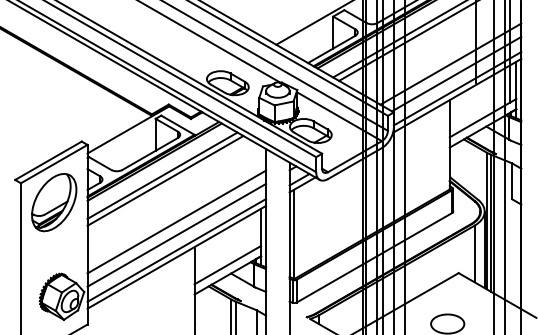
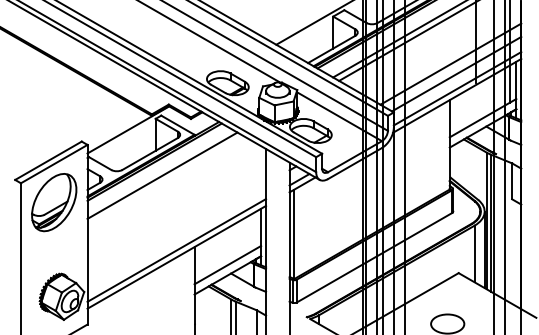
line at (165, 180): present -> none
line at (176, 221): present -> none
line at (176, 234): present -> none
